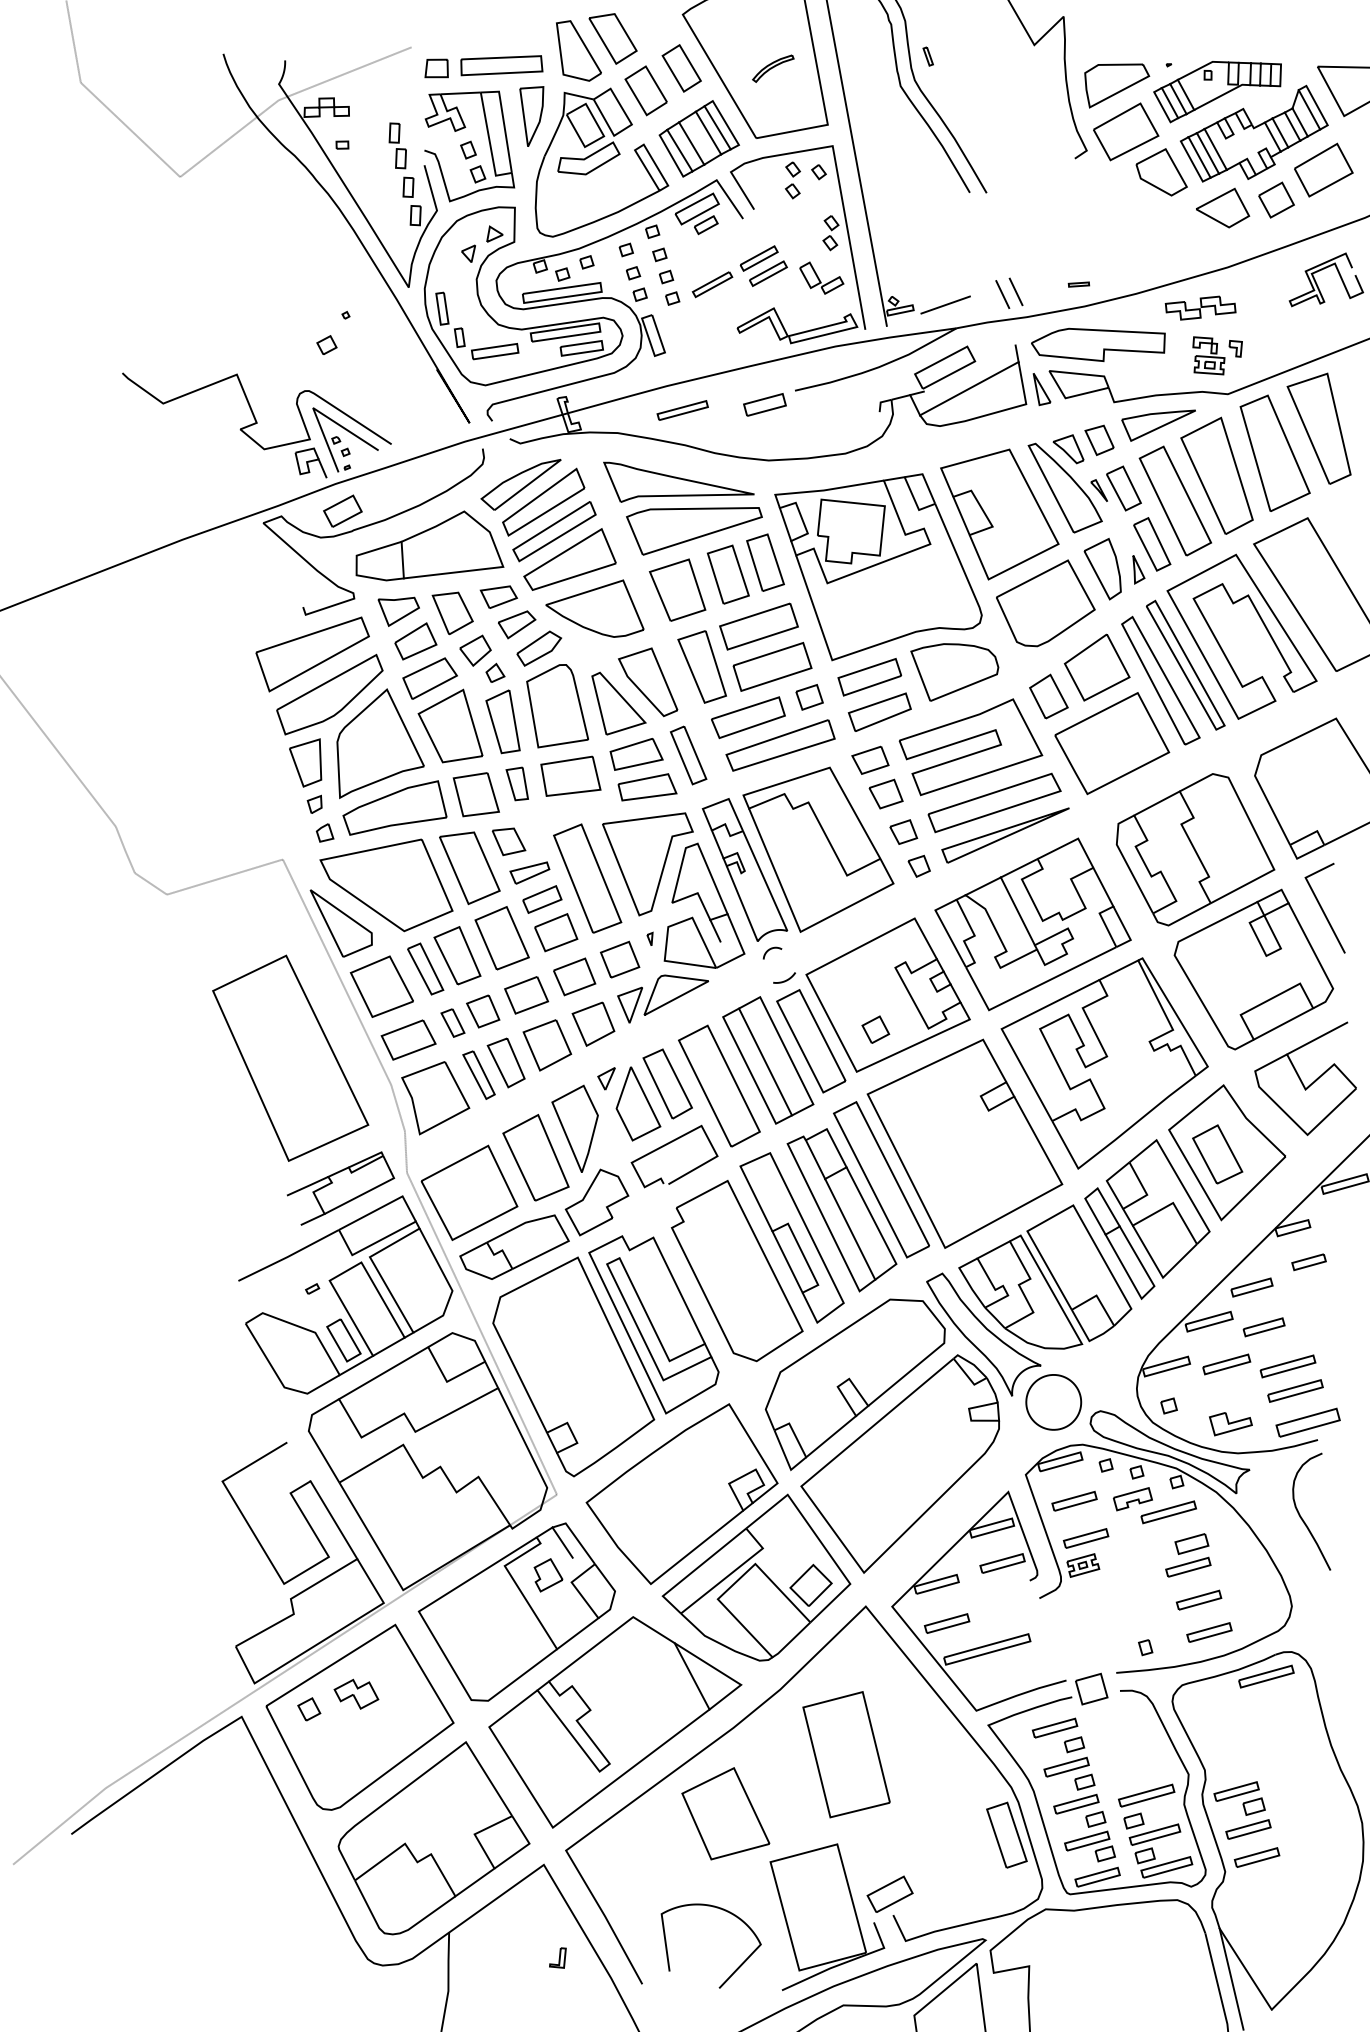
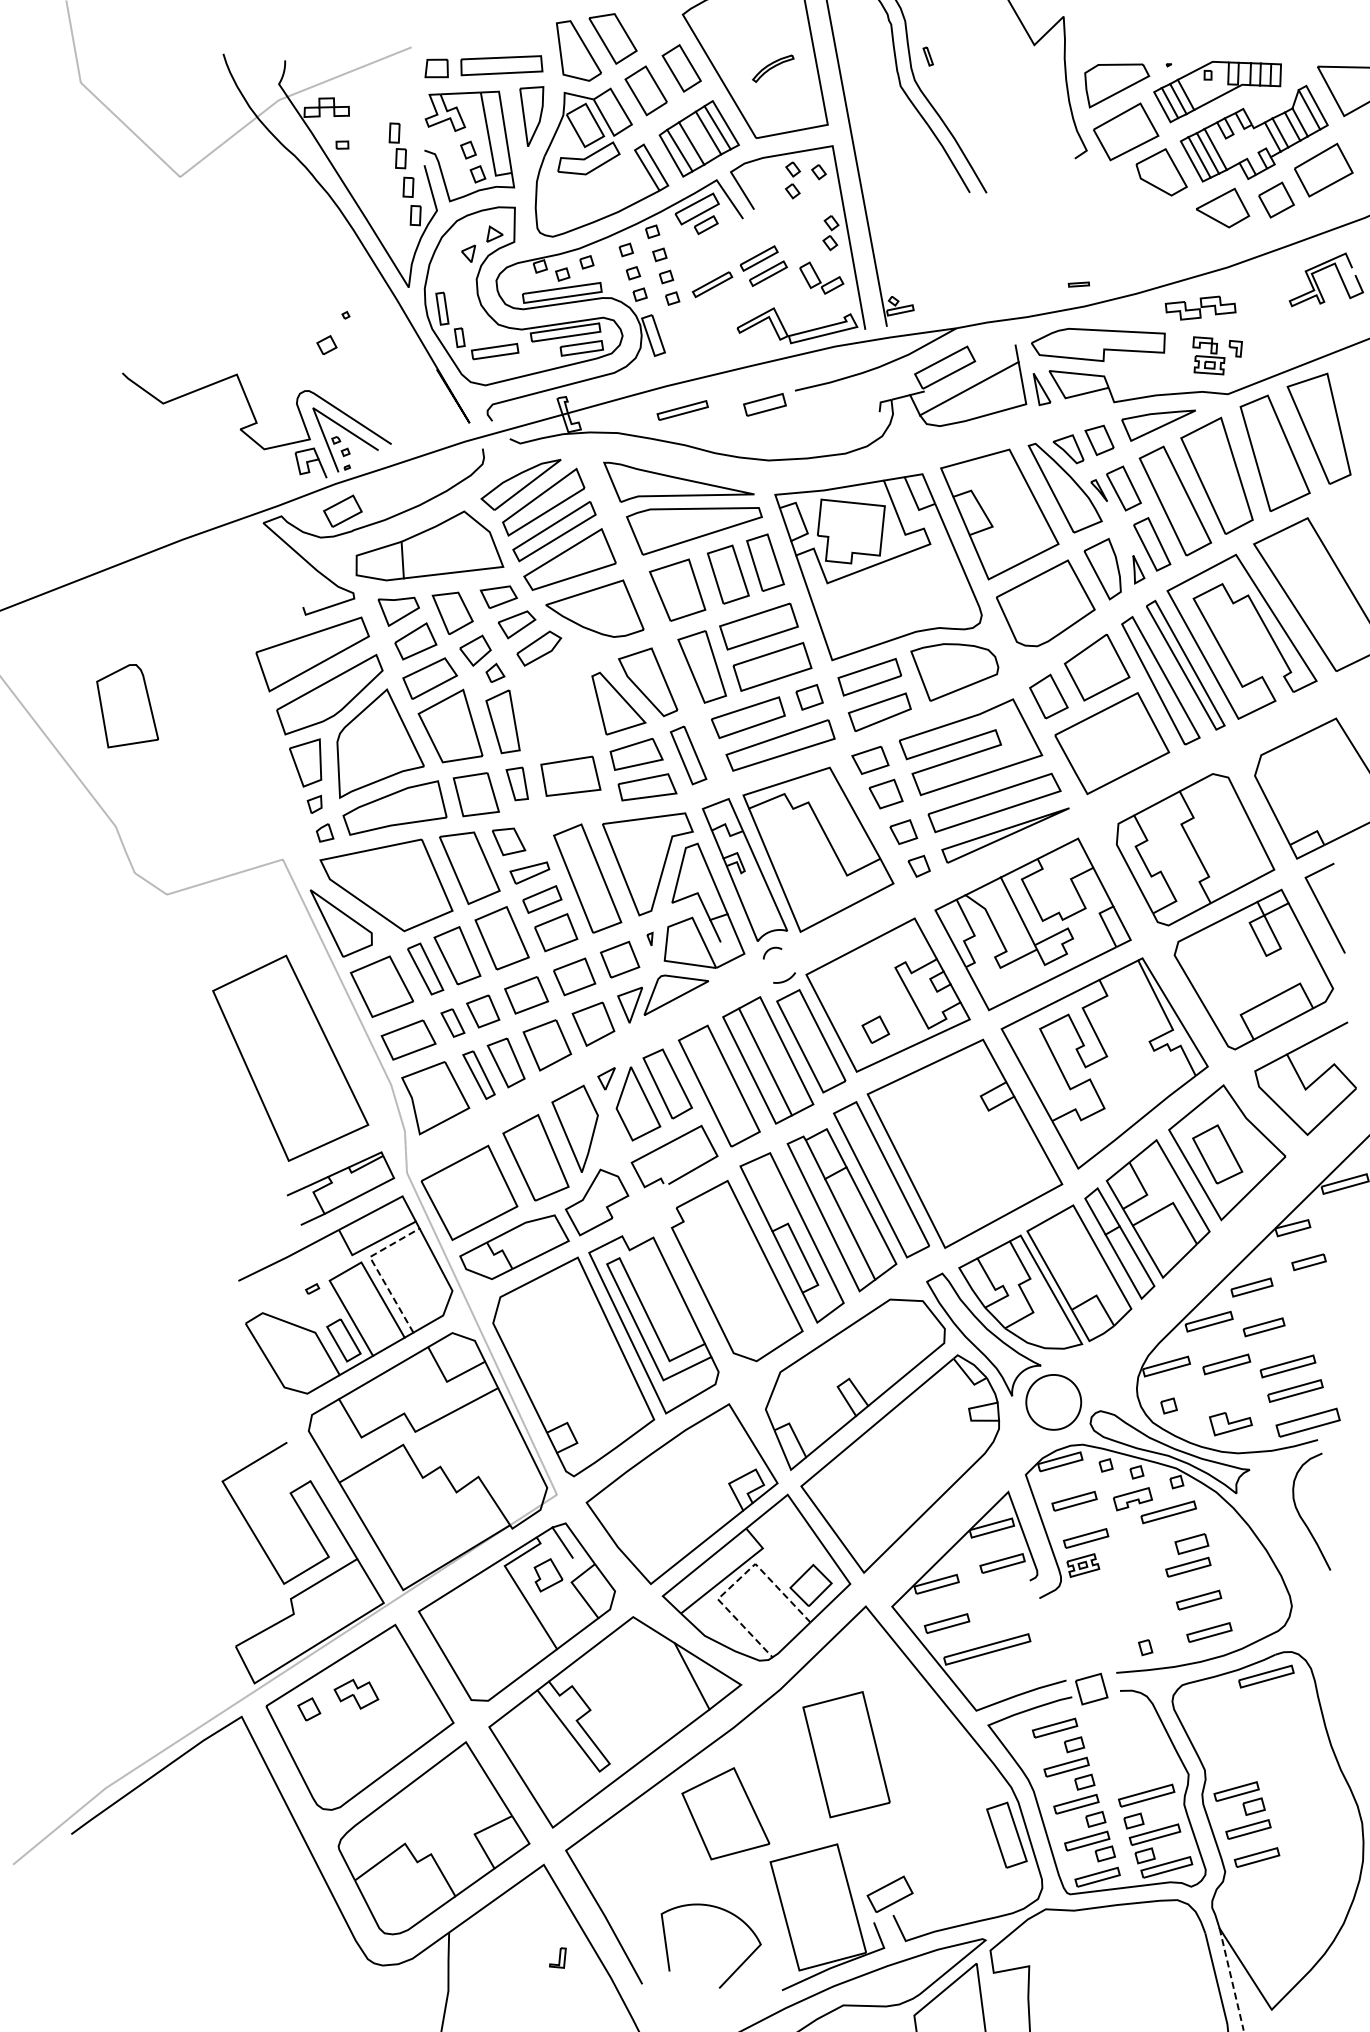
line at (1015, 291): present -> none
line at (1002, 294): present -> none
line at (945, 304): present -> none
part at (557, 706) position: (557, 706) -> (127, 706)
line at (376, 1269): solid -> dashed
line at (736, 1581): solid -> dashed
line at (1231, 1980): solid -> dashed
